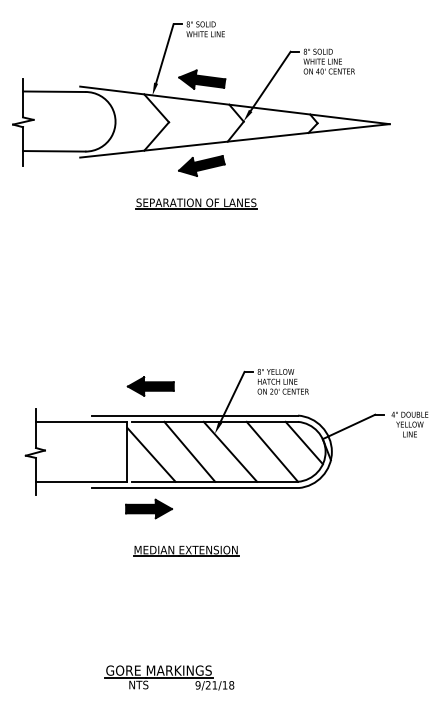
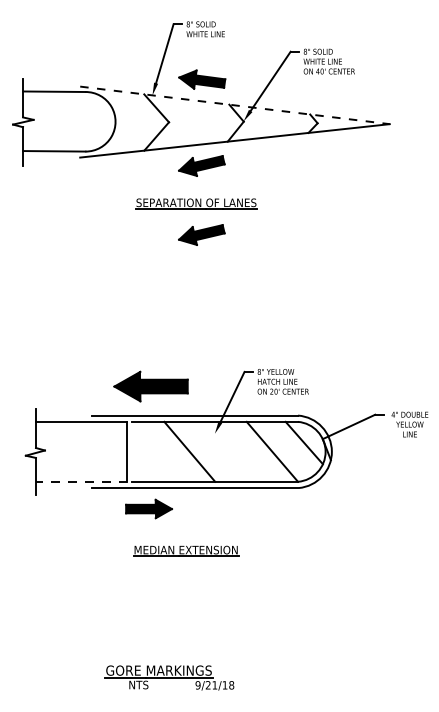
line at (235, 105): solid -> dashed
part at (201, 234): none -> present
part at (150, 386) size: 49x21 px -> 76x33 px
line at (230, 451): present -> none
line at (151, 454): present -> none
line at (81, 481): solid -> dashed
